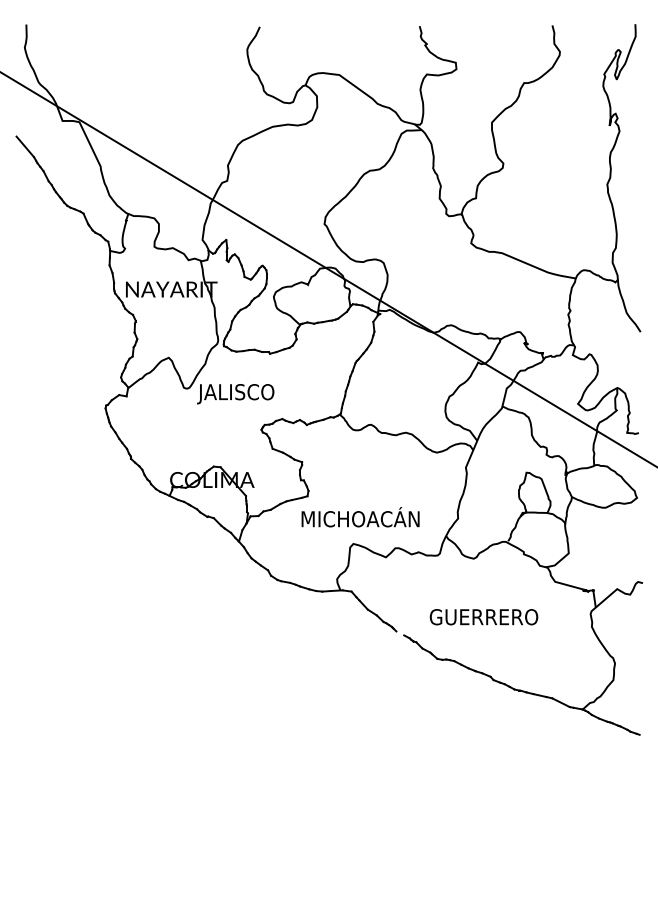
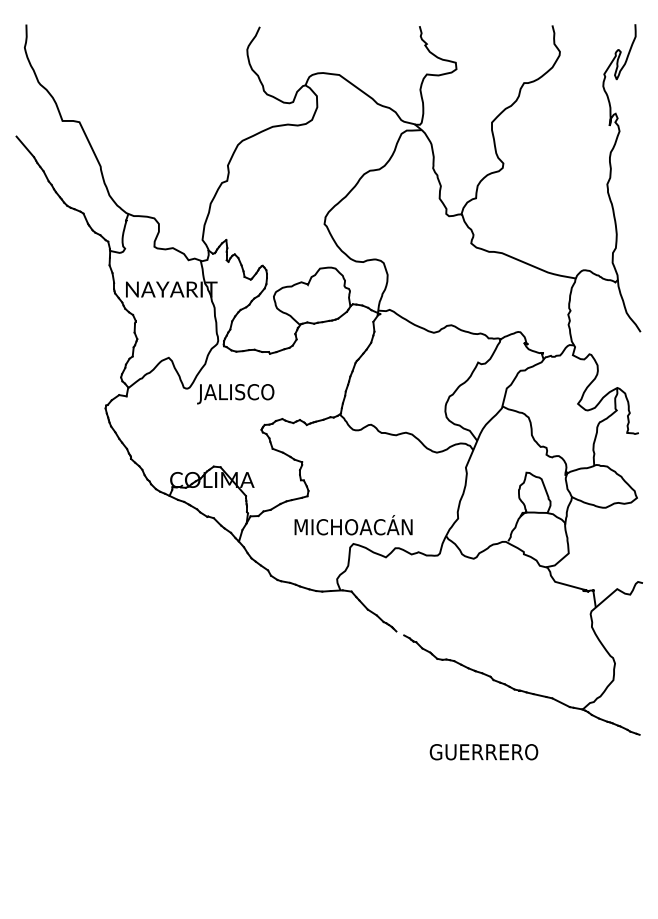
line at (328, 269): present -> none
text at (360, 517) position: (360, 517) -> (353, 525)
text at (483, 617) position: (483, 617) -> (483, 752)
